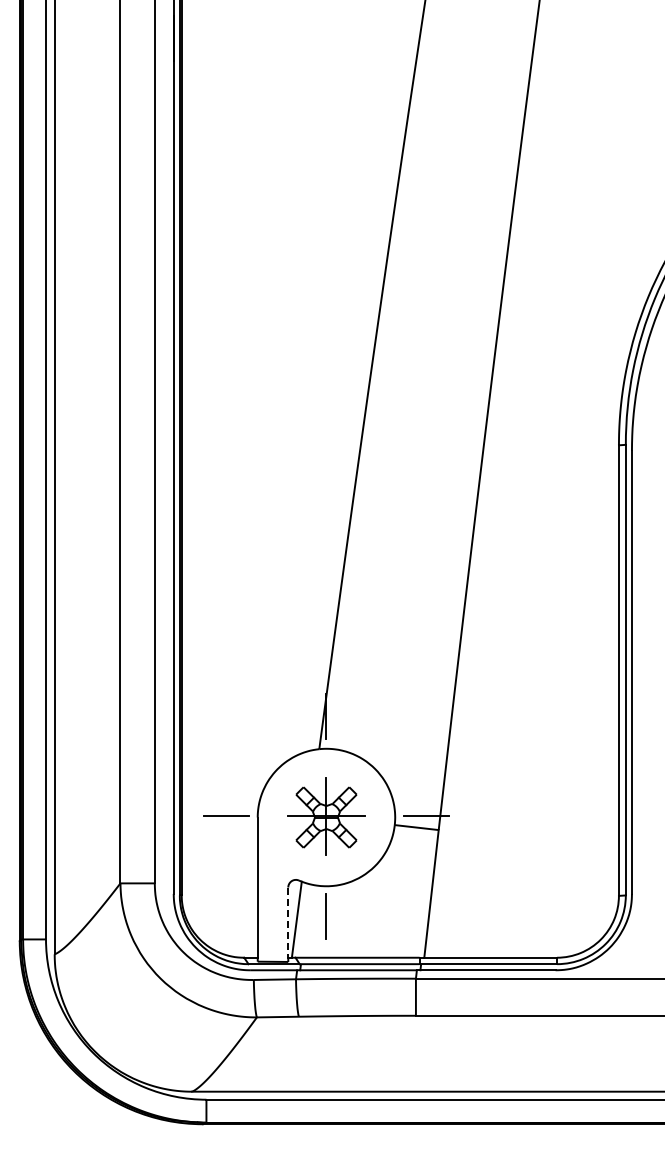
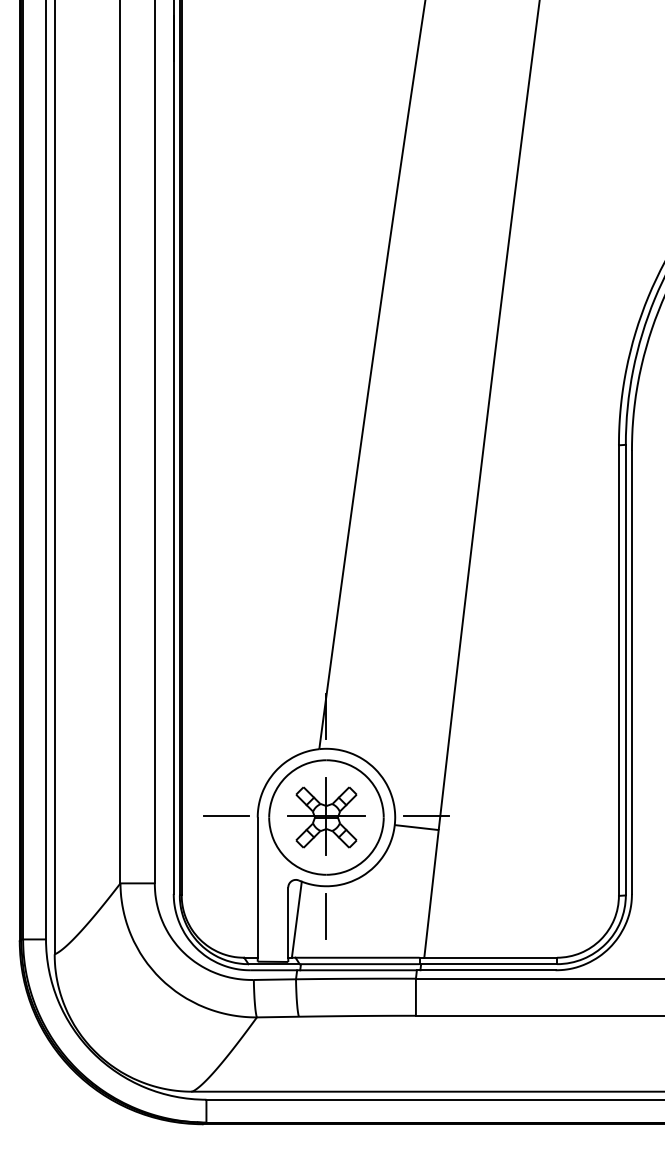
part at (326, 817): none -> present
line at (288, 923): dashed -> solid
